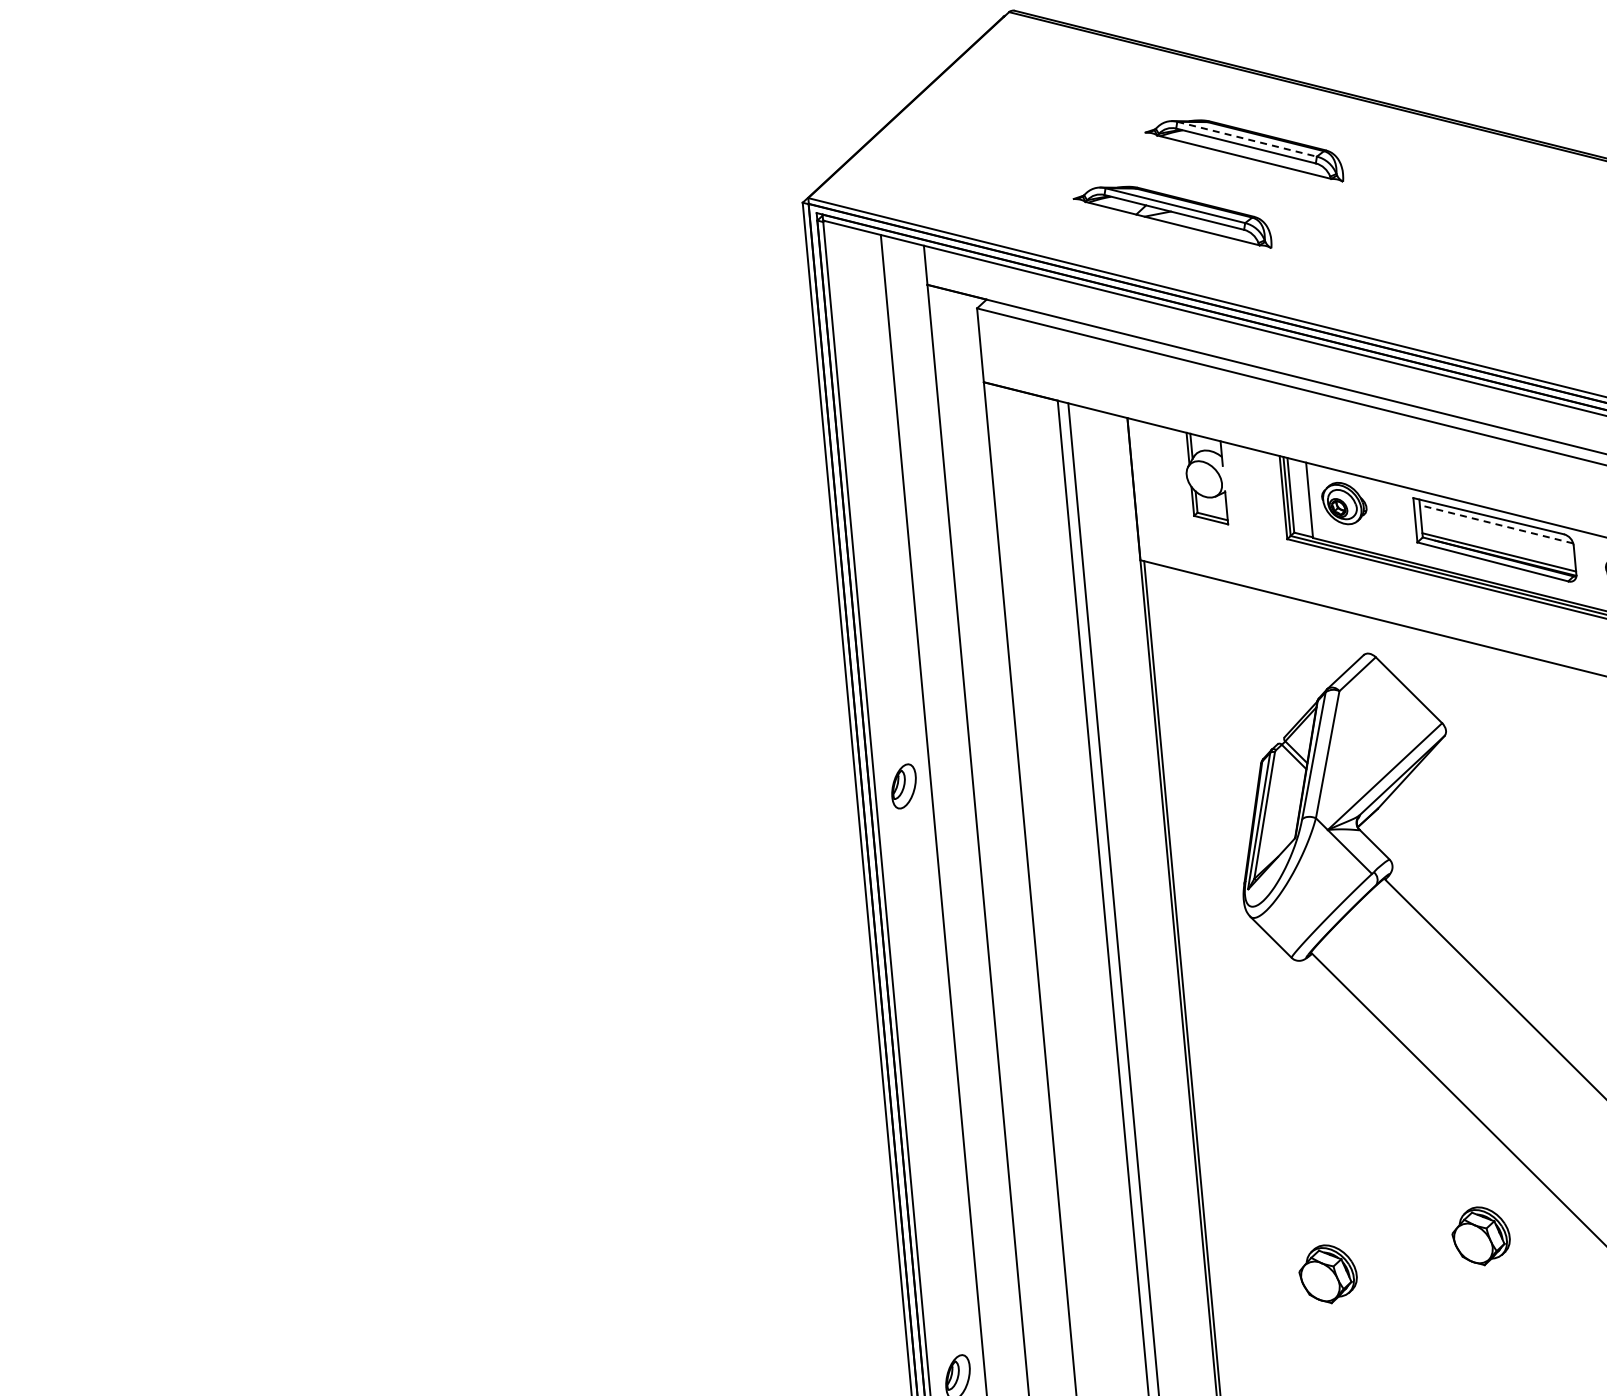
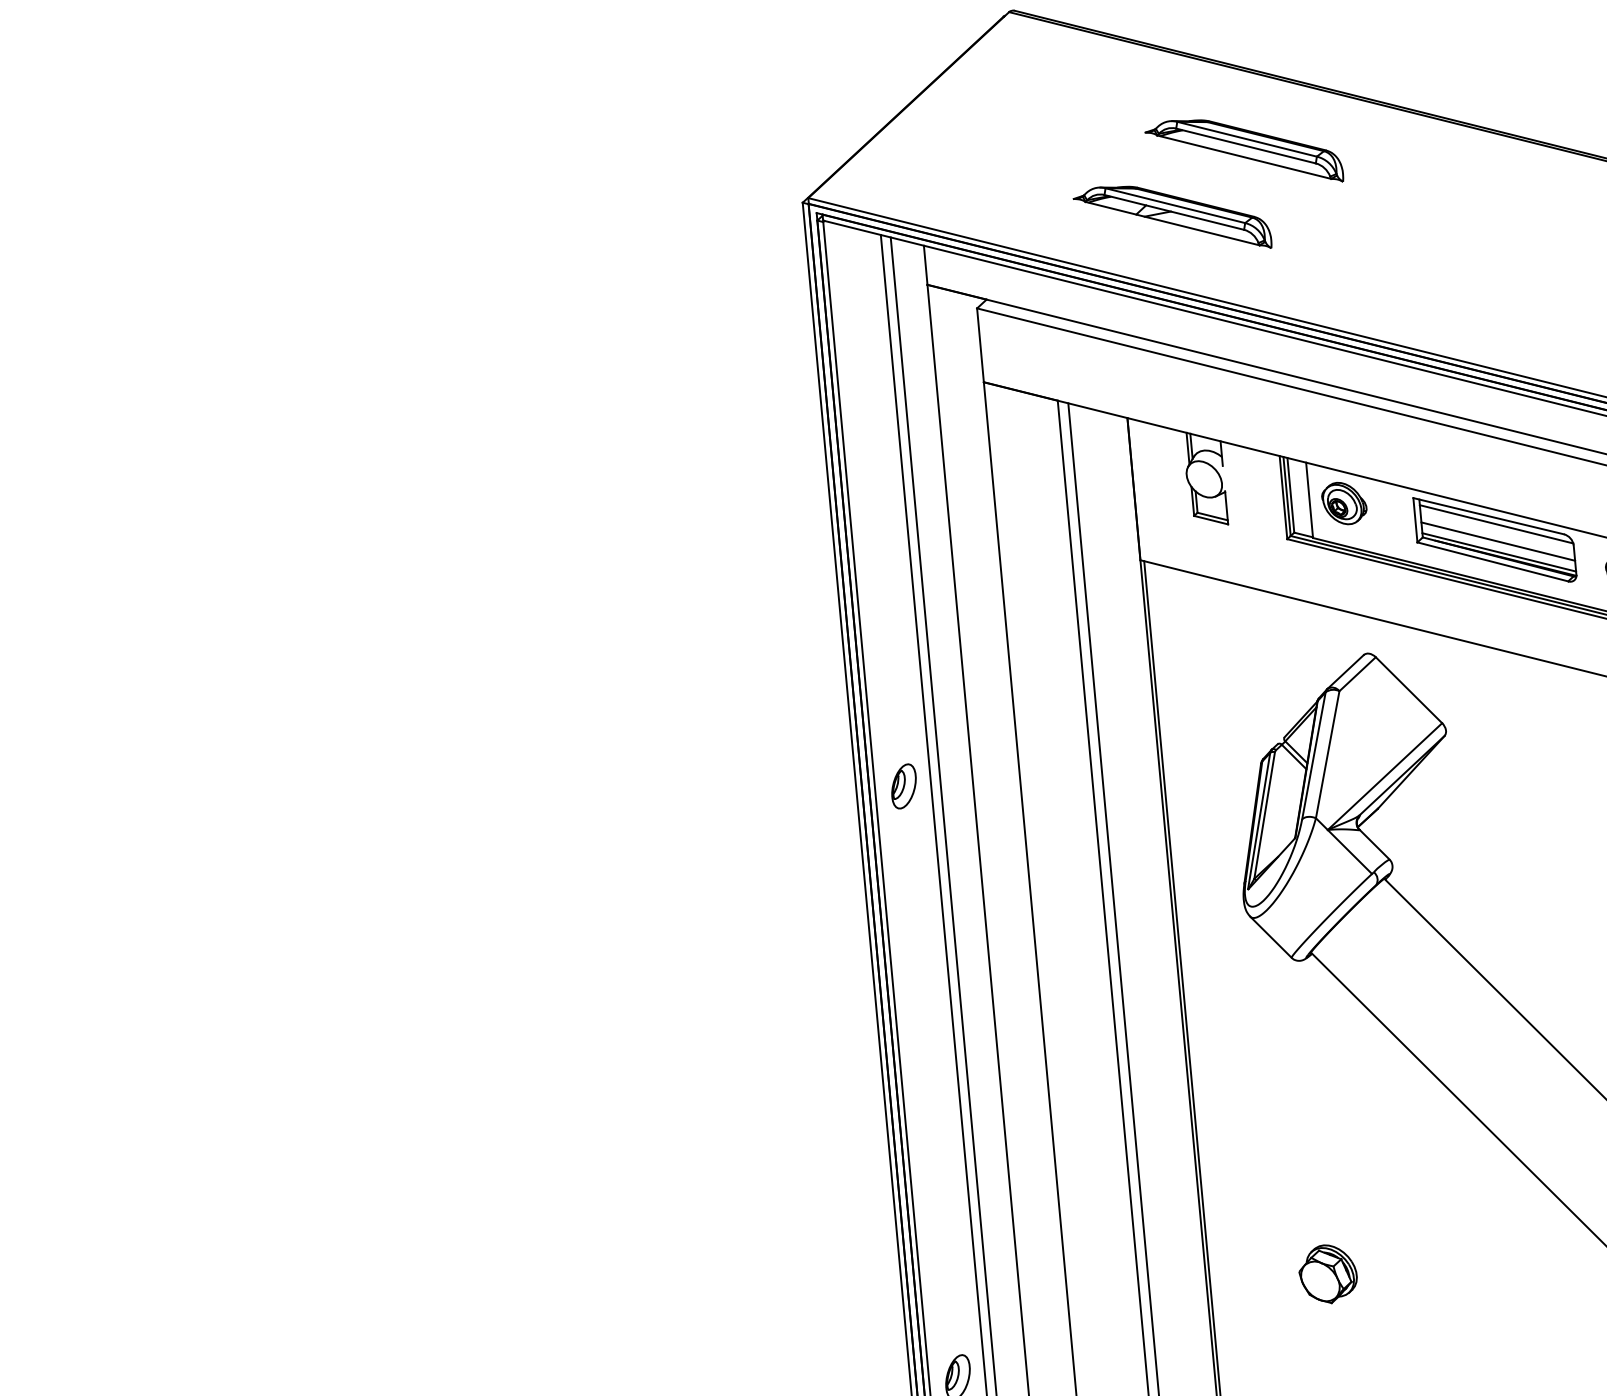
line at (1247, 139): dashed -> solid
line at (1496, 524): dashed -> solid
line at (1498, 541): none -> present
line at (943, 814): none -> present
part at (1480, 1236): present -> none
